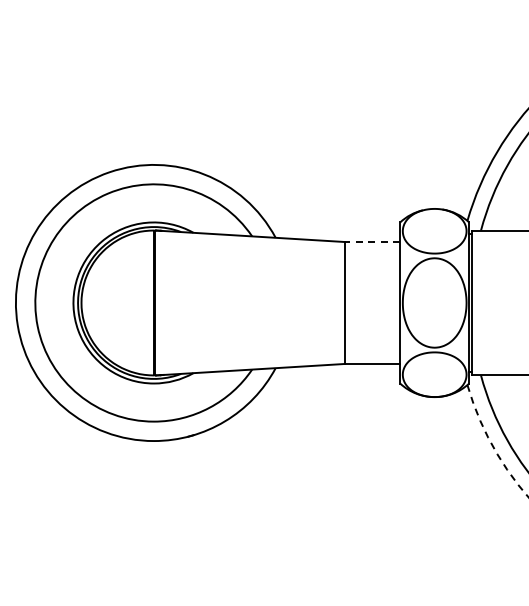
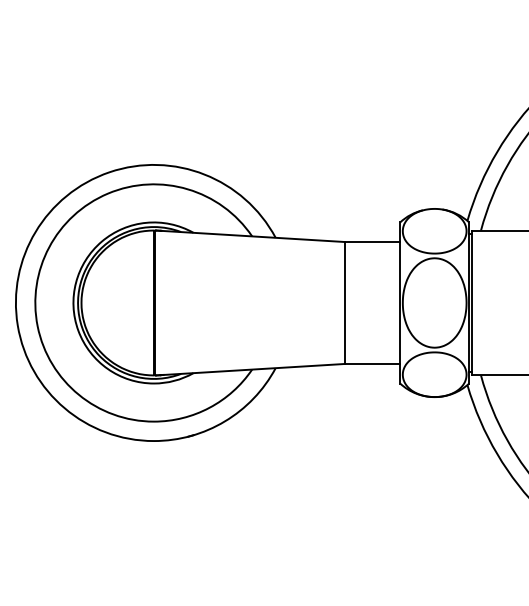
line at (372, 242): dashed -> solid
arc at (492, 446): dashed -> solid
